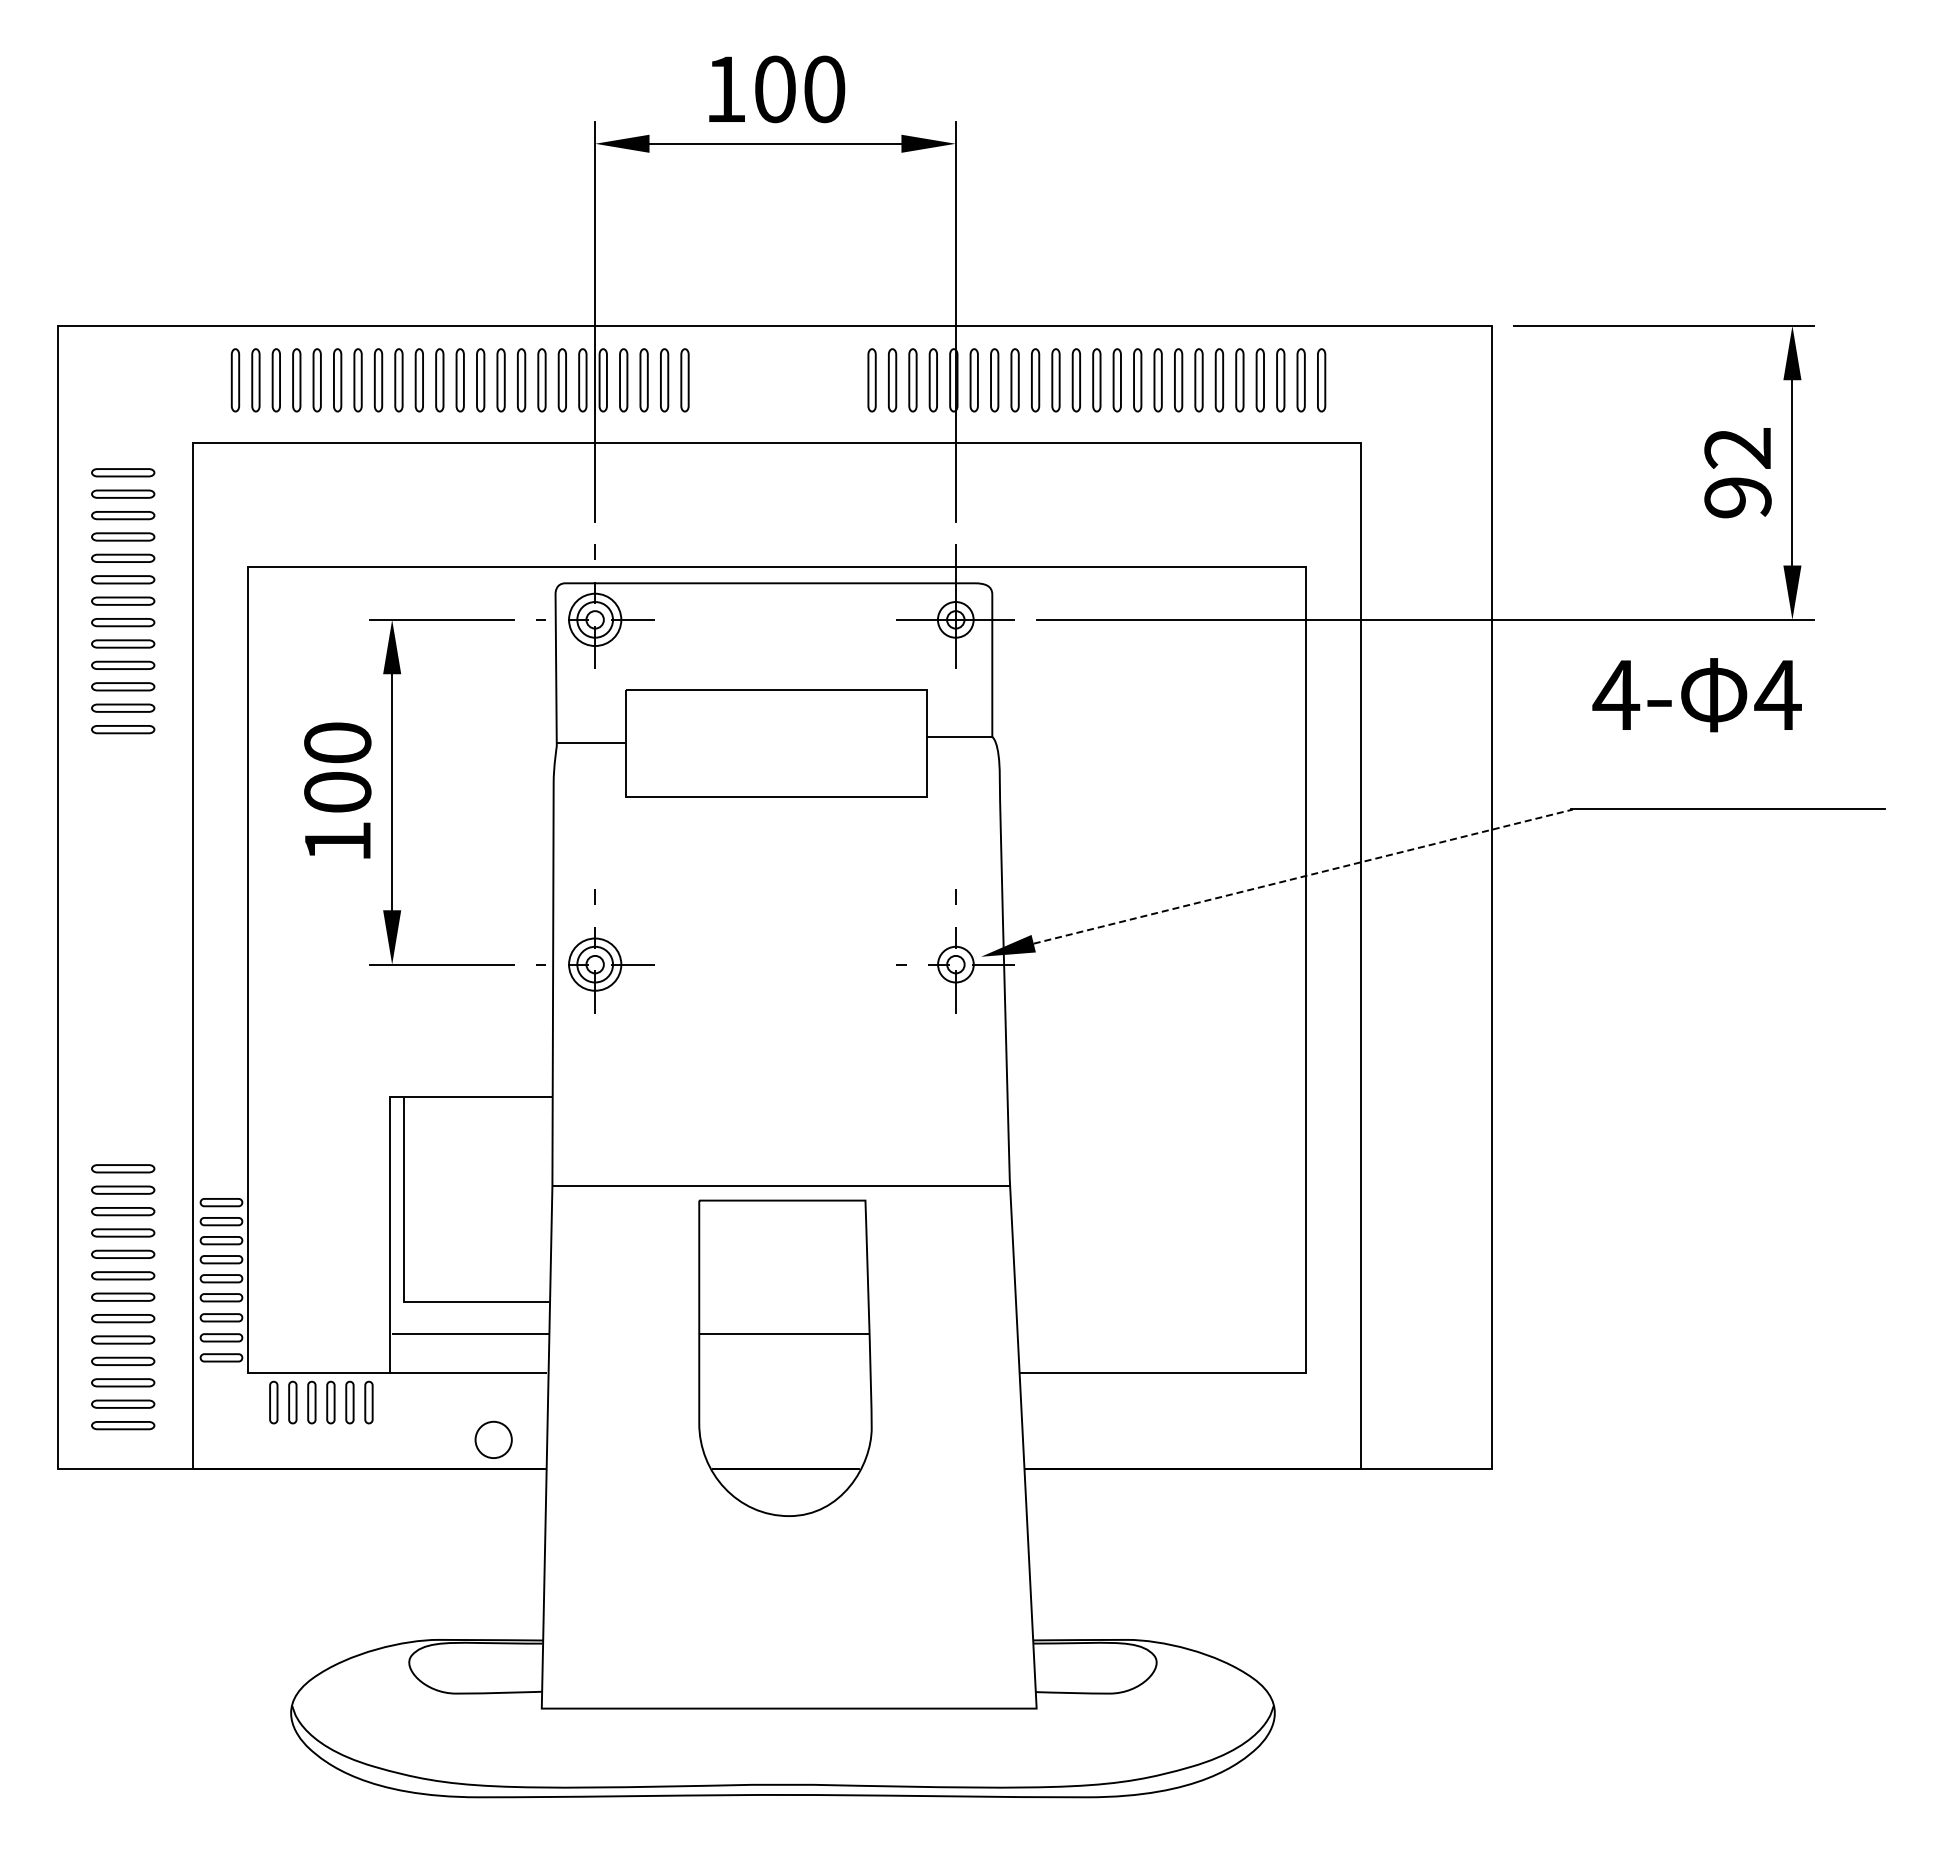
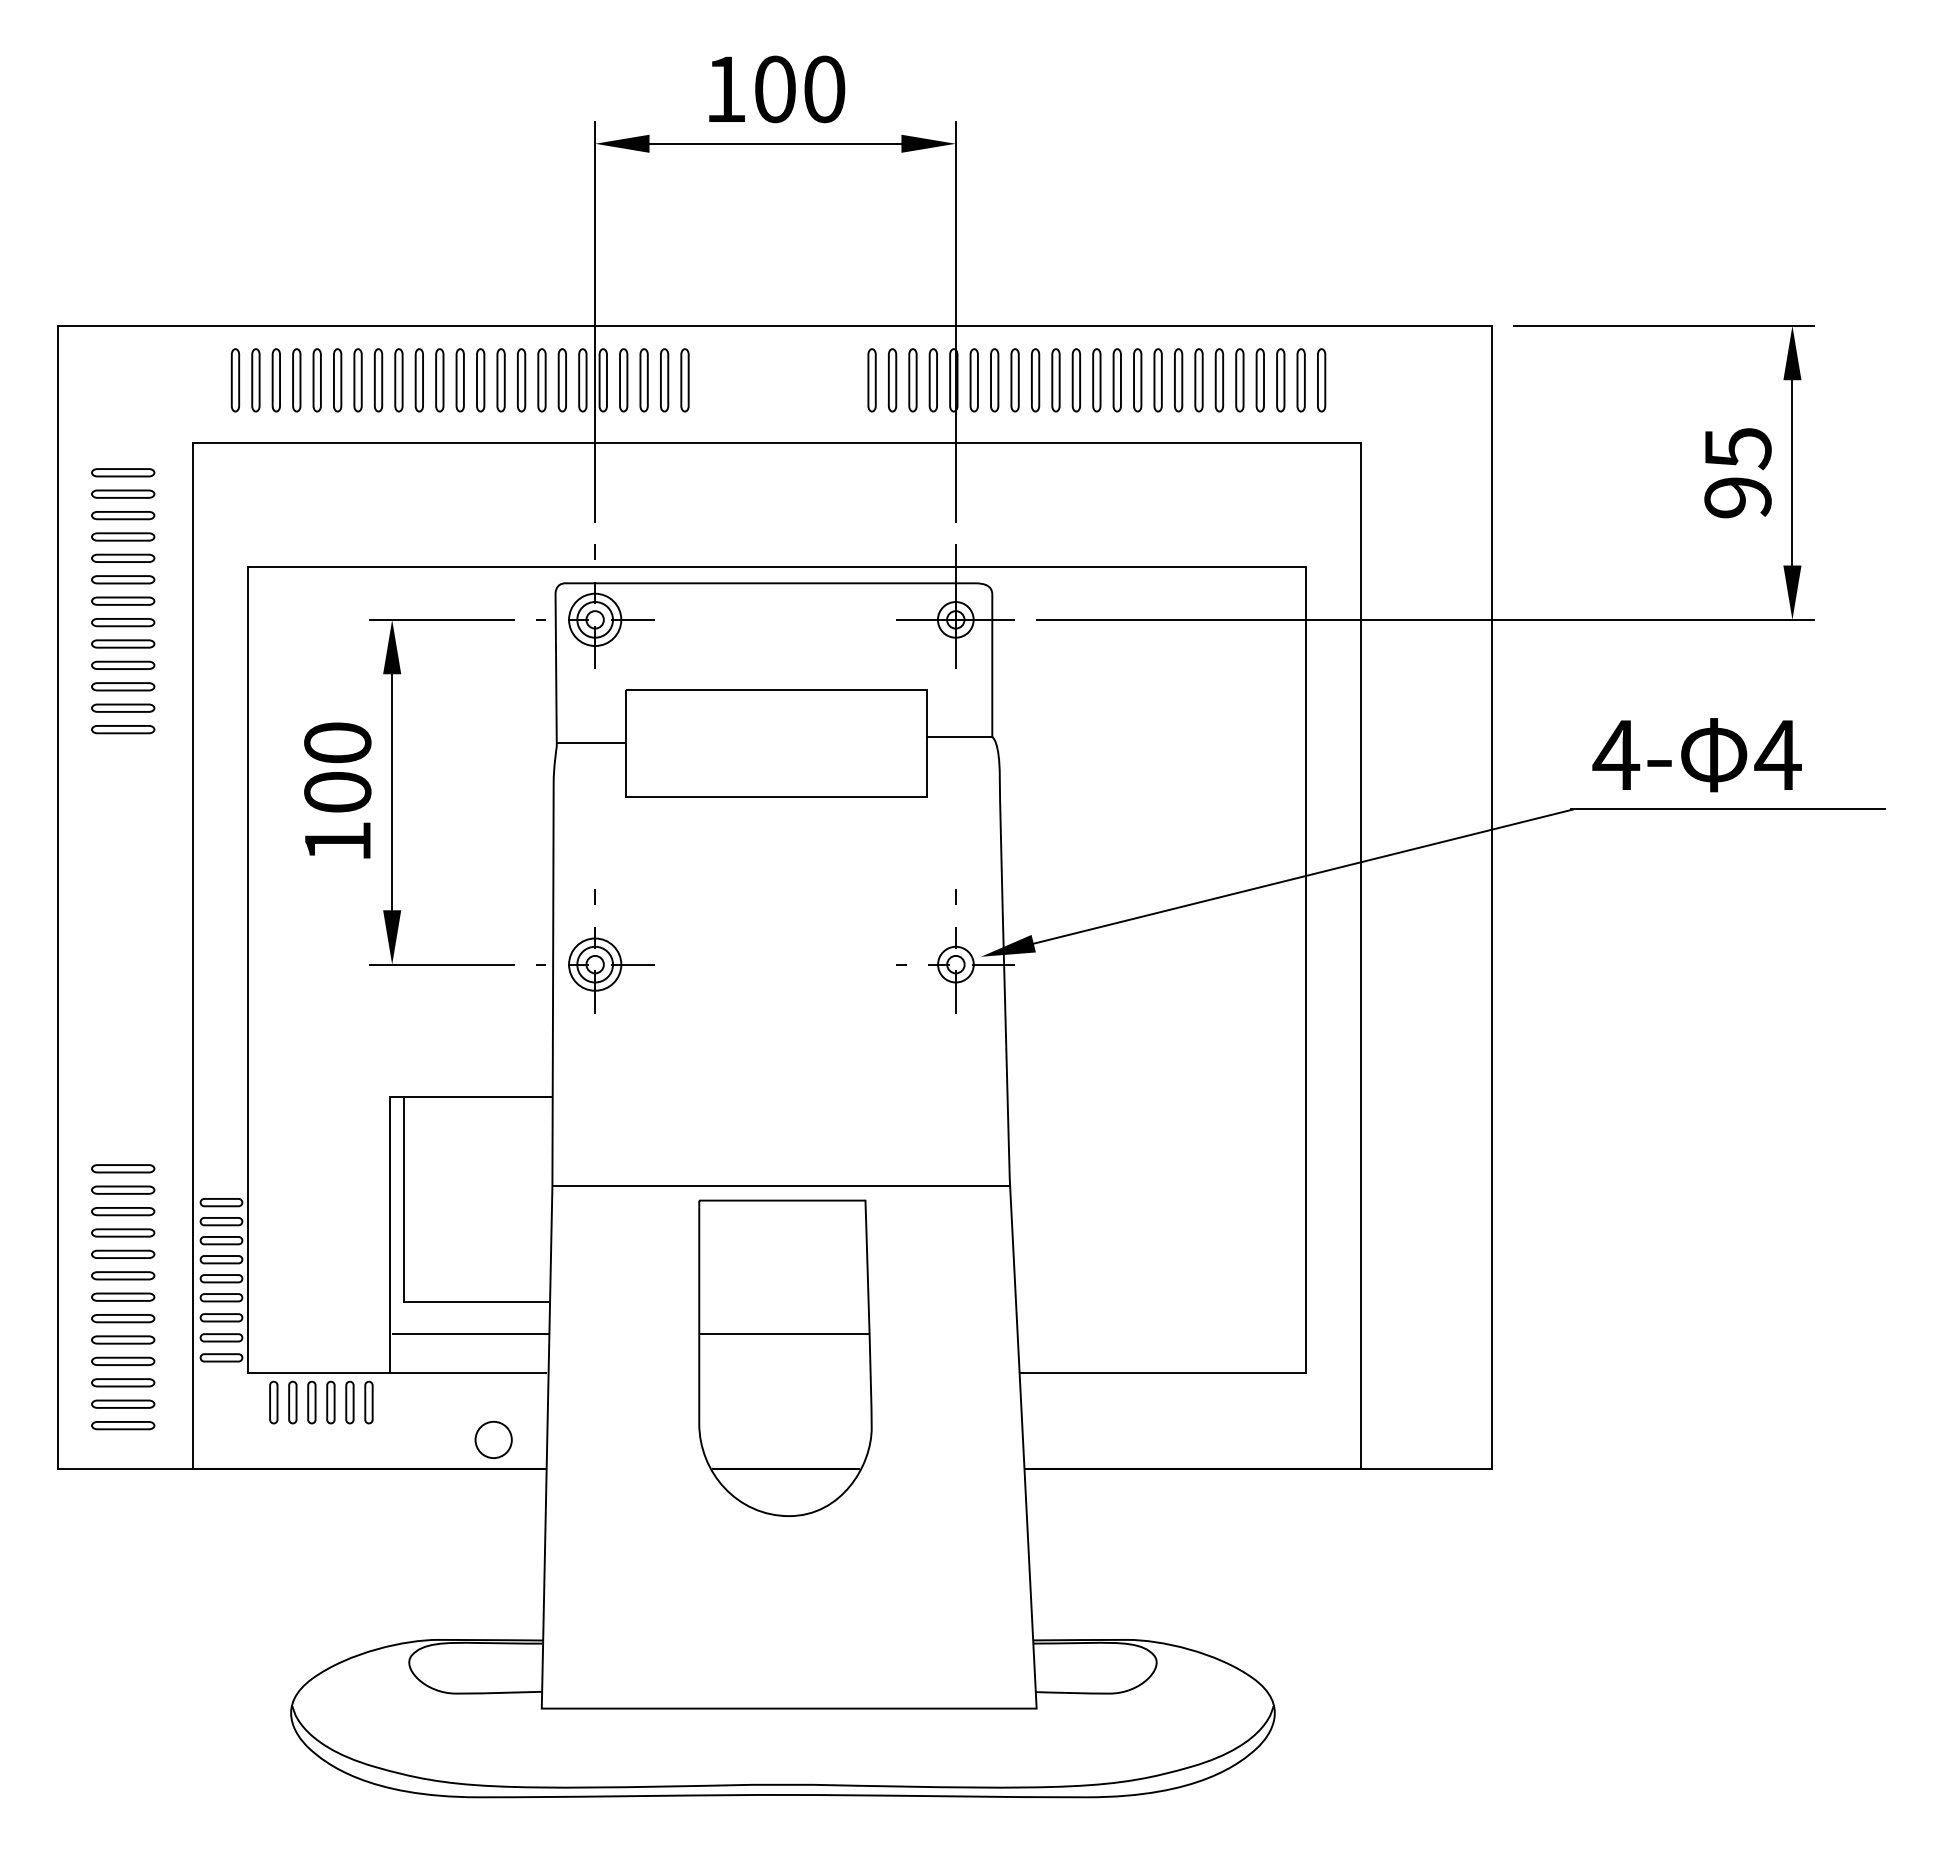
text at (1737, 449): 92 -> 95
text at (1696, 695) position: (1696, 695) -> (1696, 755)
line at (1303, 876): dashed -> solid
